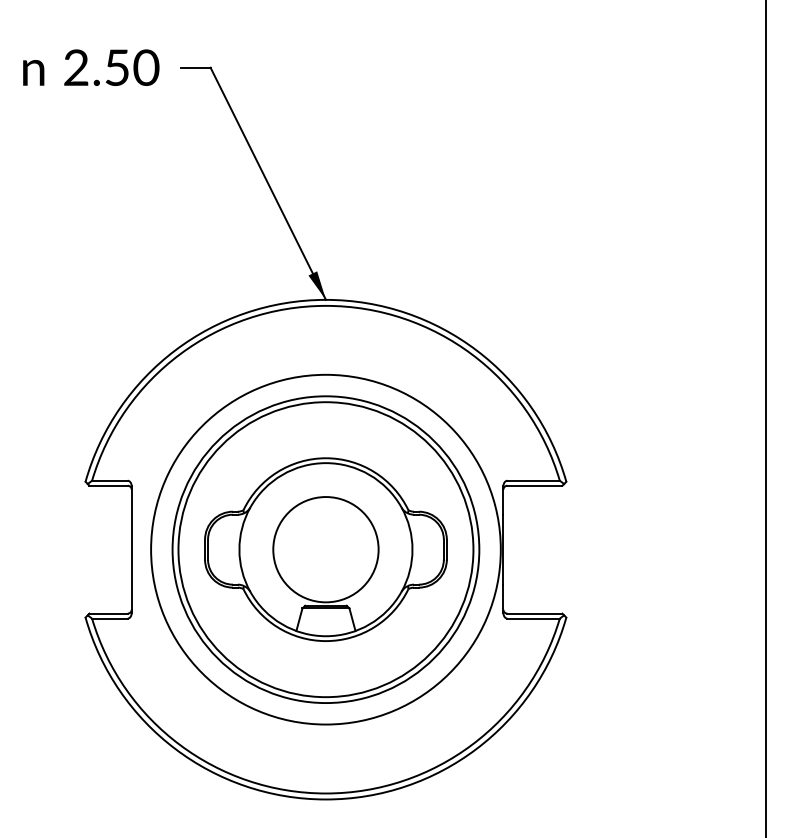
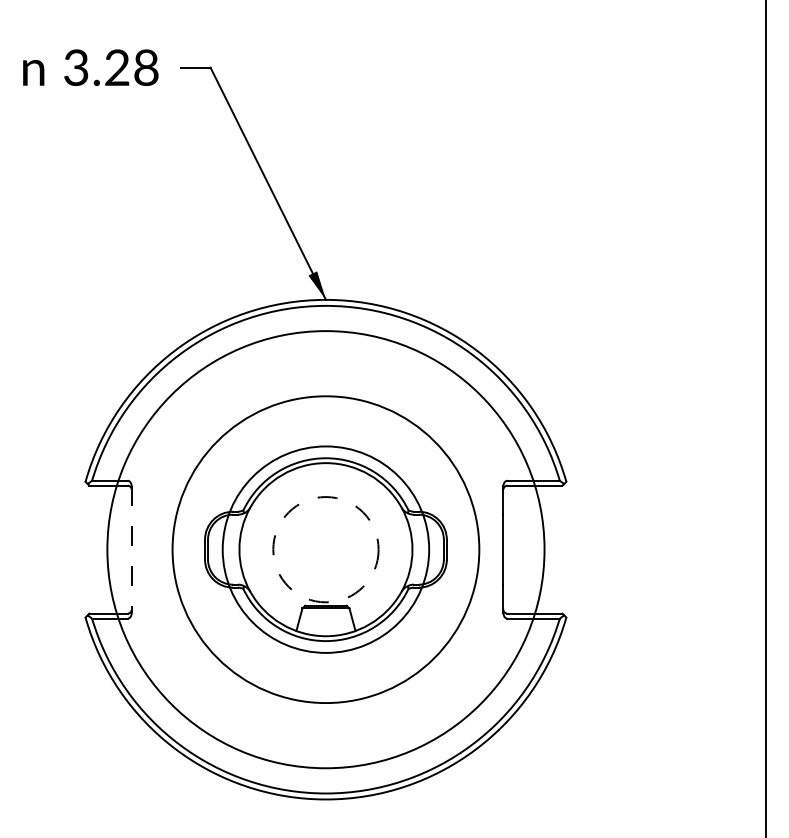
text at (111, 67): 2.50 -> 3.28
circle at (325, 549) diameter: 295 px -> 206 px
circle at (325, 549) diameter: 350 px -> 437 px
circle at (325, 549): solid -> dashed
line at (131, 550): solid -> dashed
